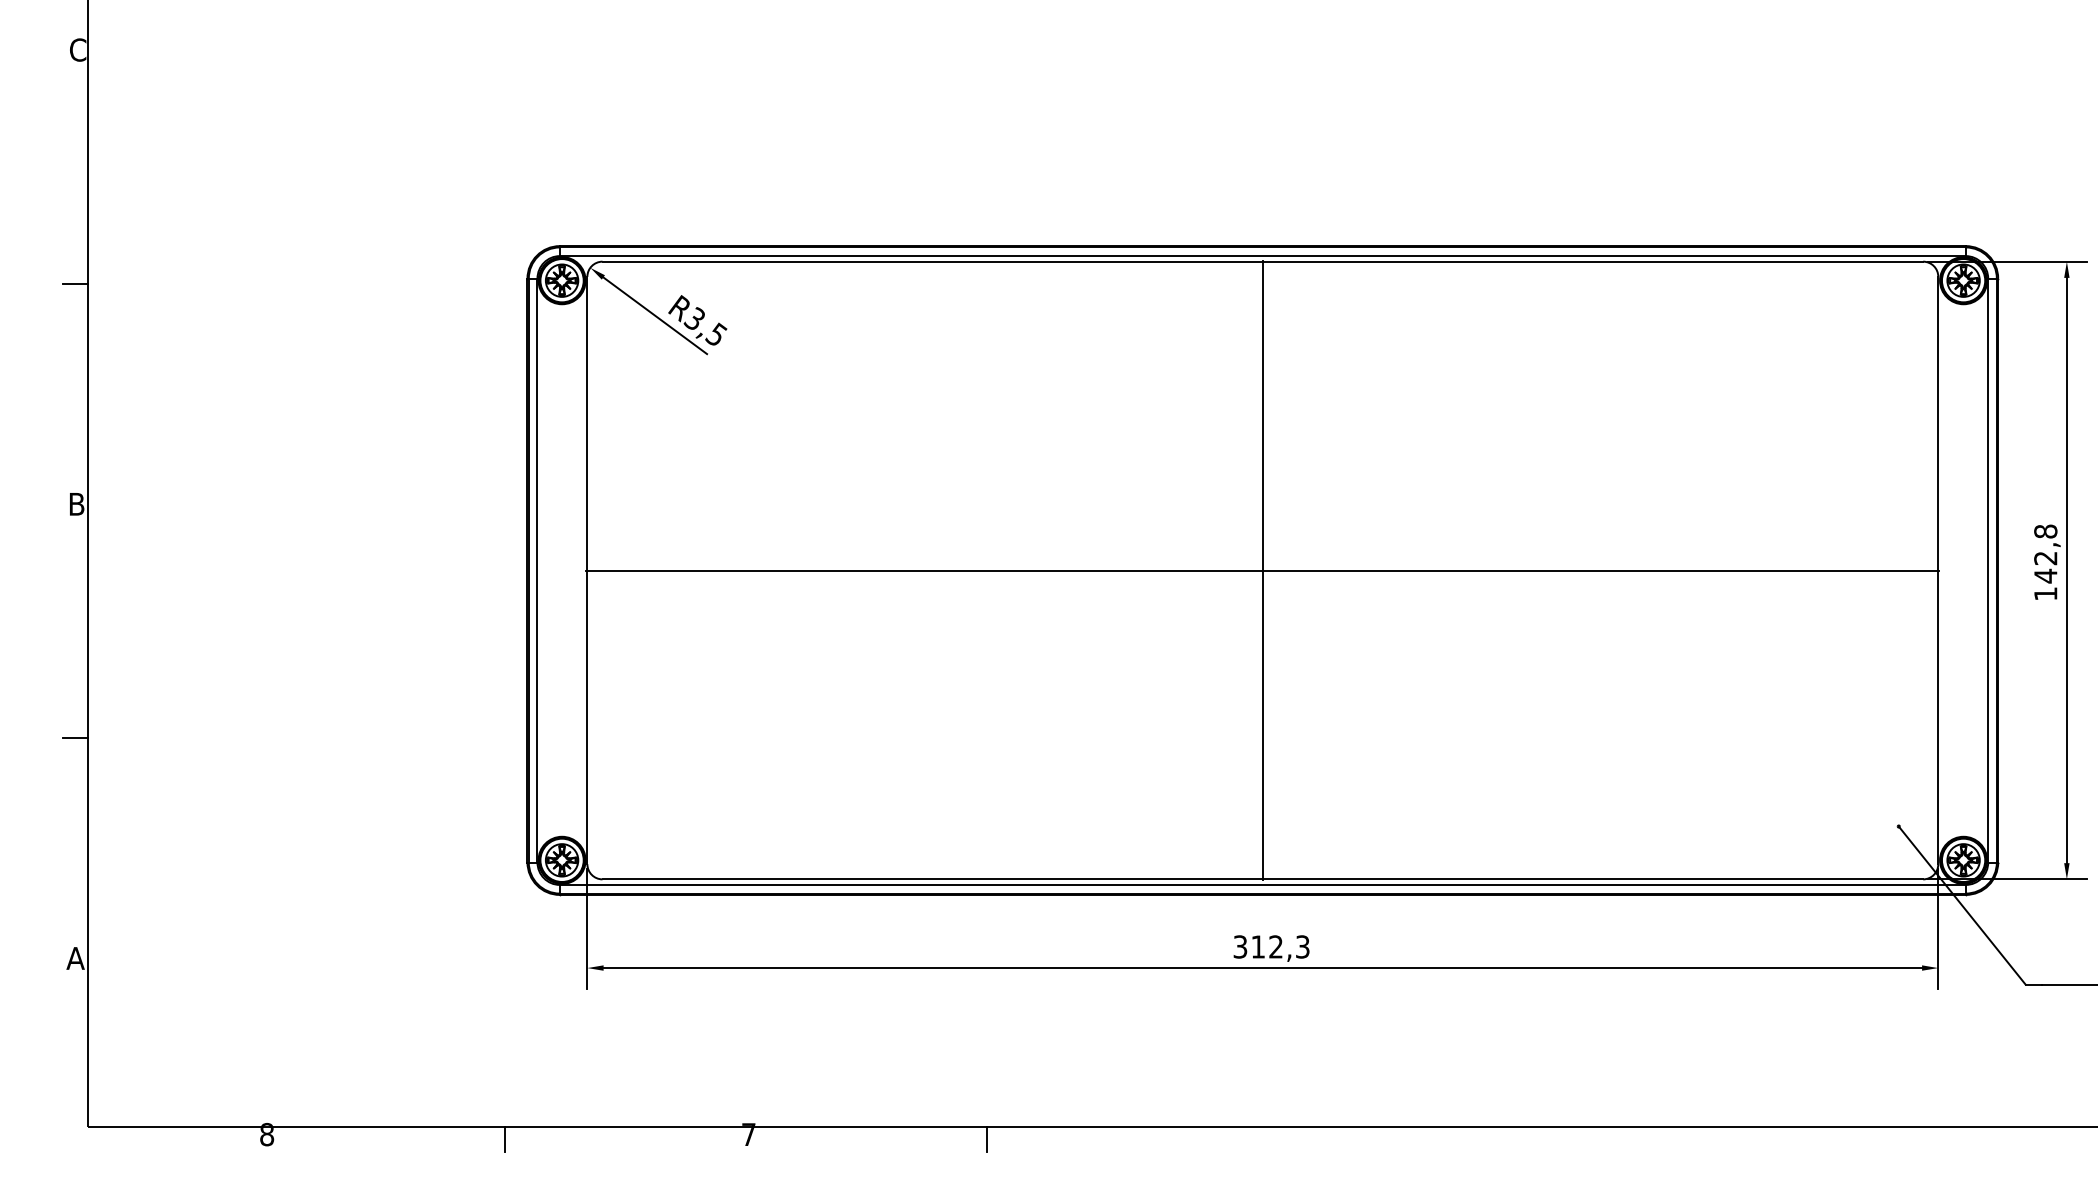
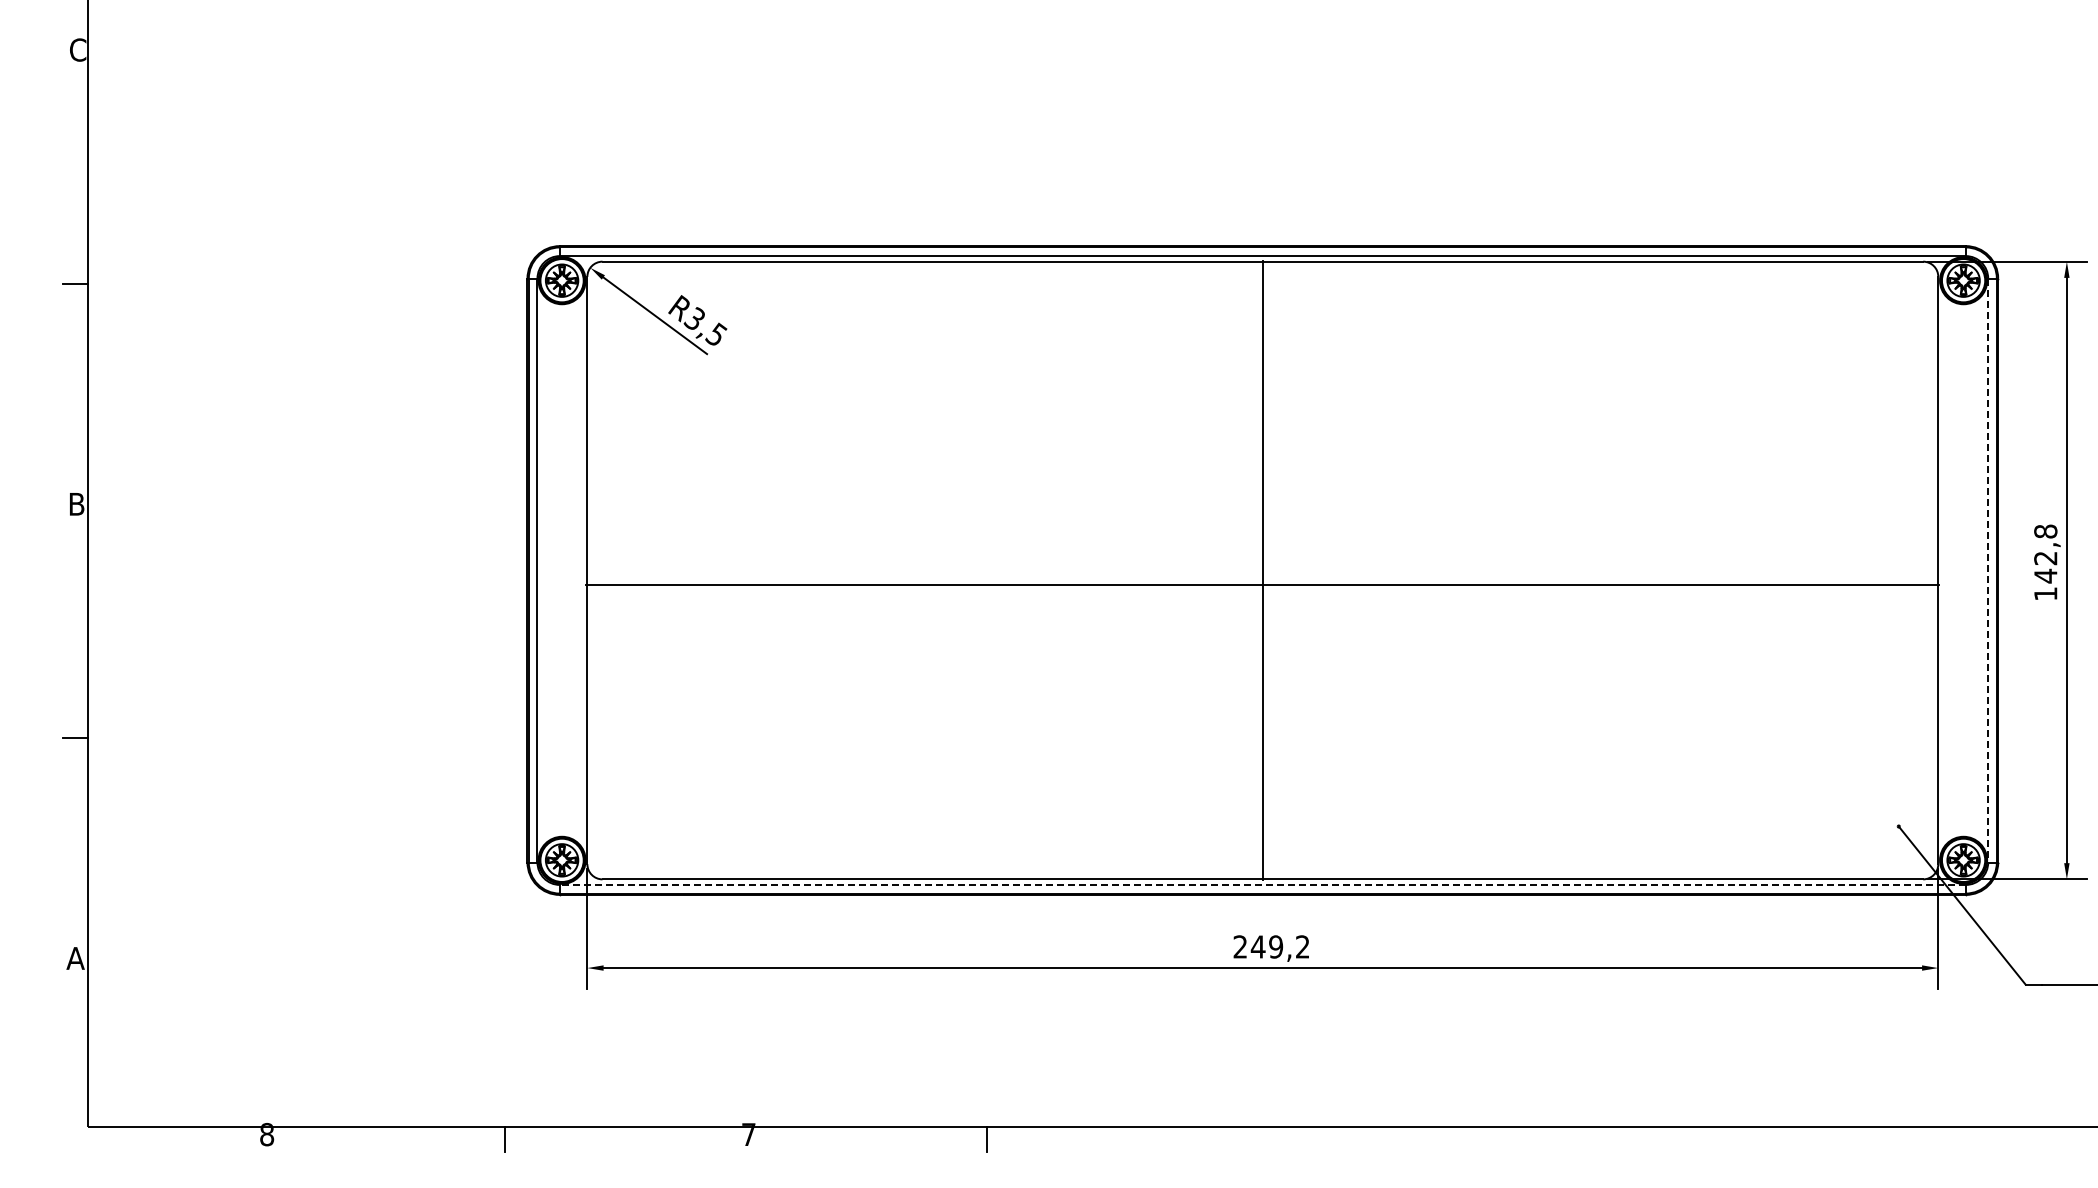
line at (1262, 570) position: (1262, 570) -> (1262, 584)
line at (1988, 570): solid -> dashed
line at (1262, 884): solid -> dashed
text at (1271, 946): 312,3 -> 249,2
